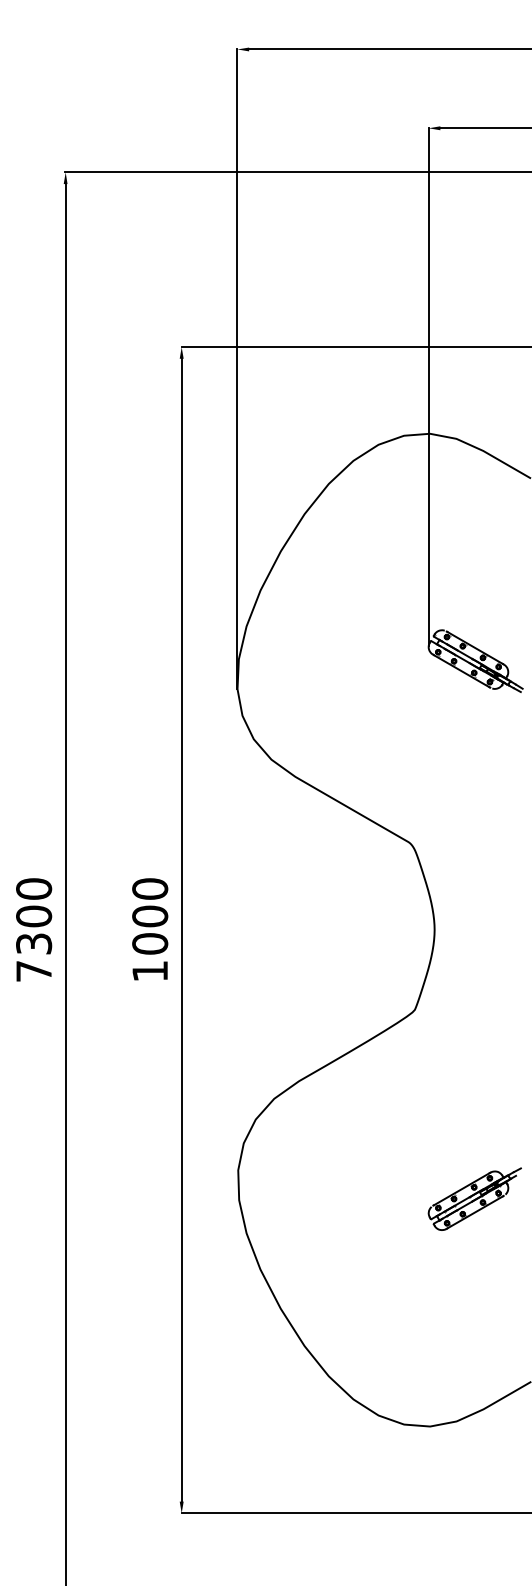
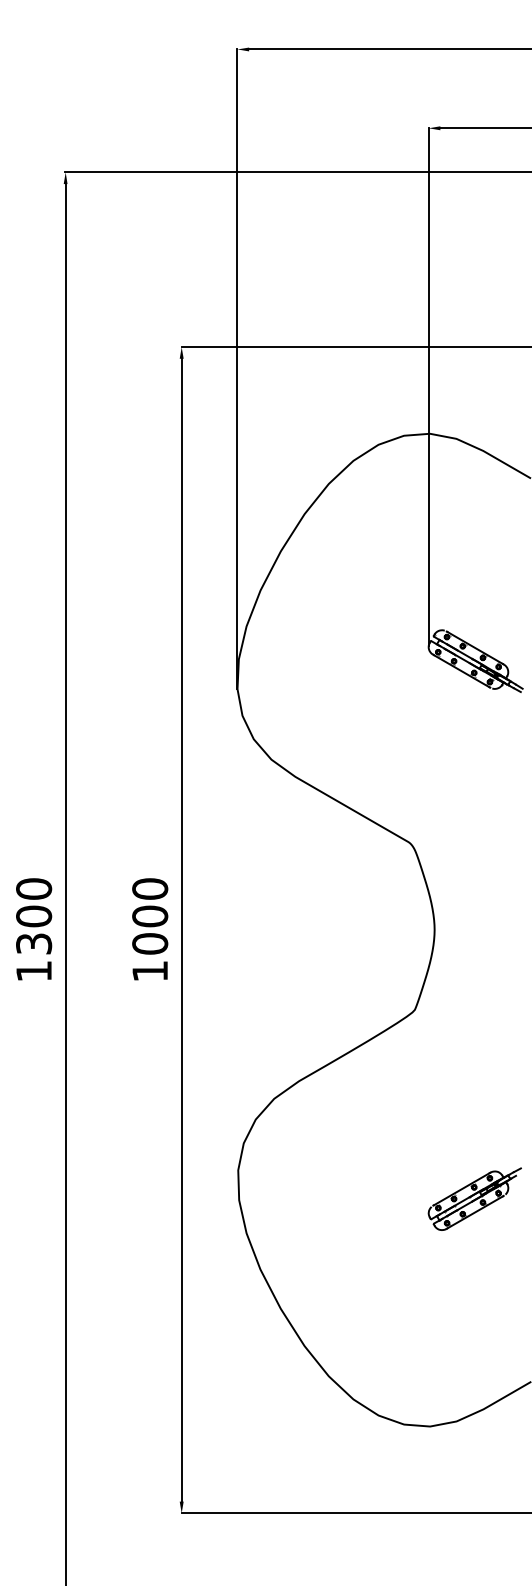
text at (33, 971): 7300 -> 1300
